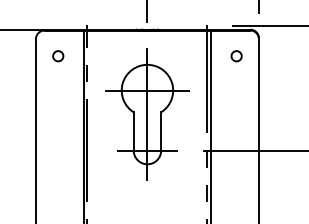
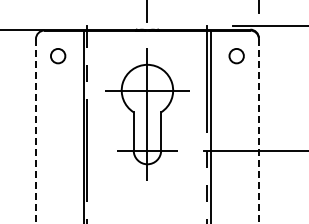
circle at (58, 56) size: 13x13 px -> 17x17 px
circle at (236, 56) size: 13x13 px -> 17x17 px
line at (35, 131): solid -> dashed
line at (258, 132): solid -> dashed
